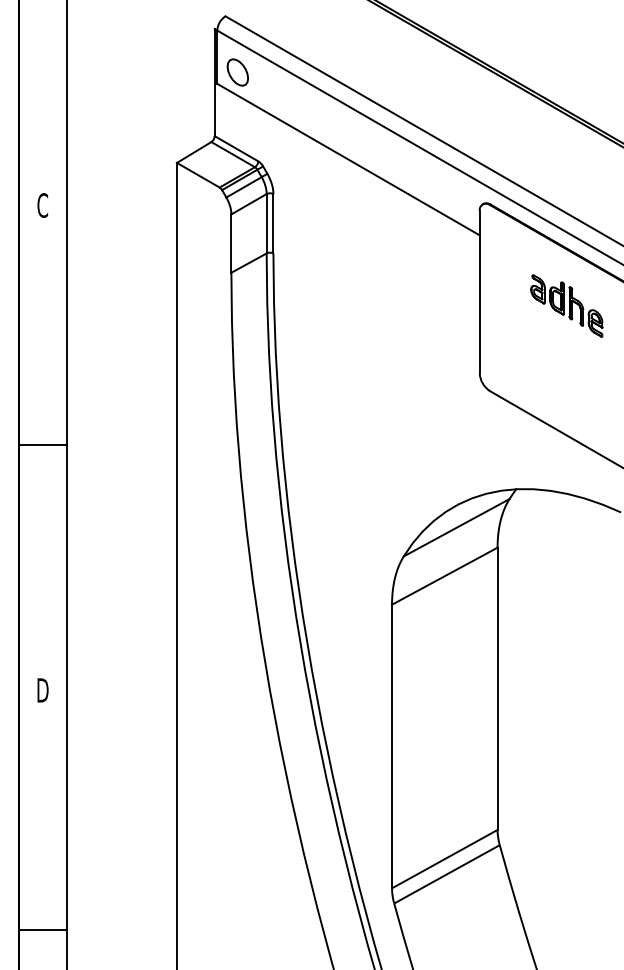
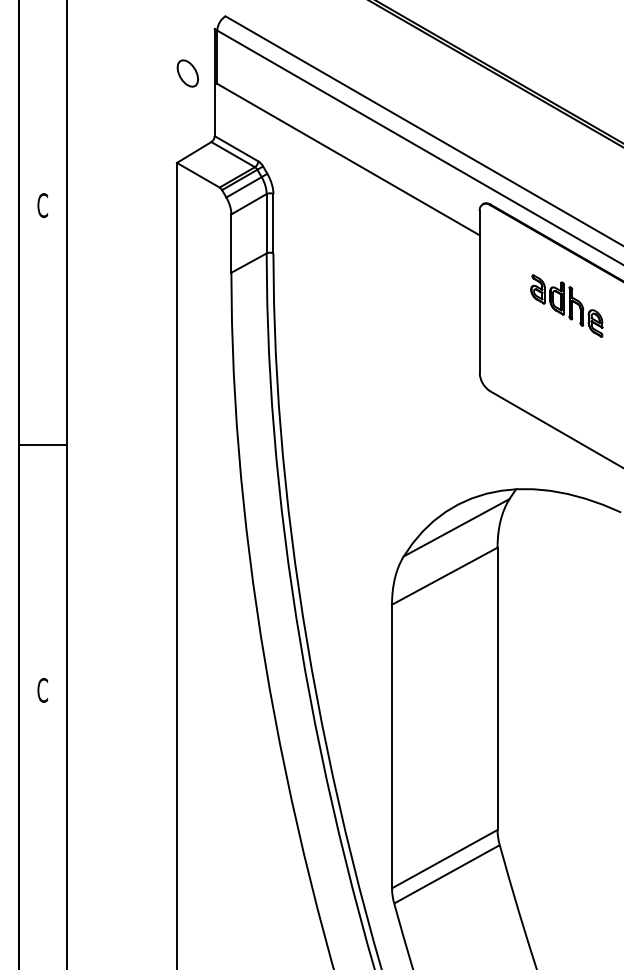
part at (237, 72) position: (237, 72) -> (187, 73)
text at (42, 690): D -> C
line at (42, 930): present -> none
